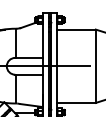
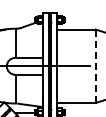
line at (95, 66): solid -> dashed
